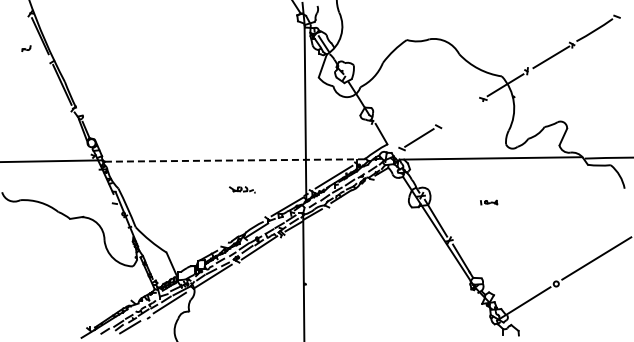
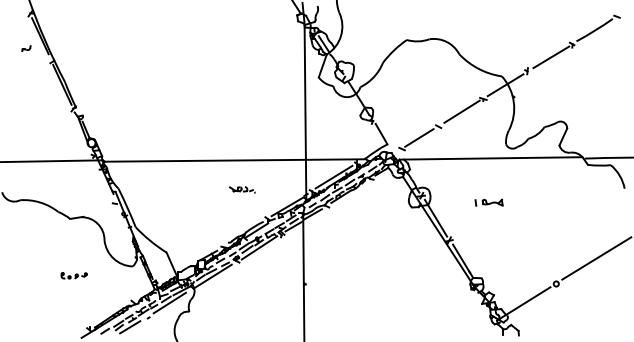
line at (461, 111): none -> present
line at (234, 160): dashed -> solid
part at (489, 202) size: 19x7 px -> 30x9 px
part at (73, 275): none -> present
